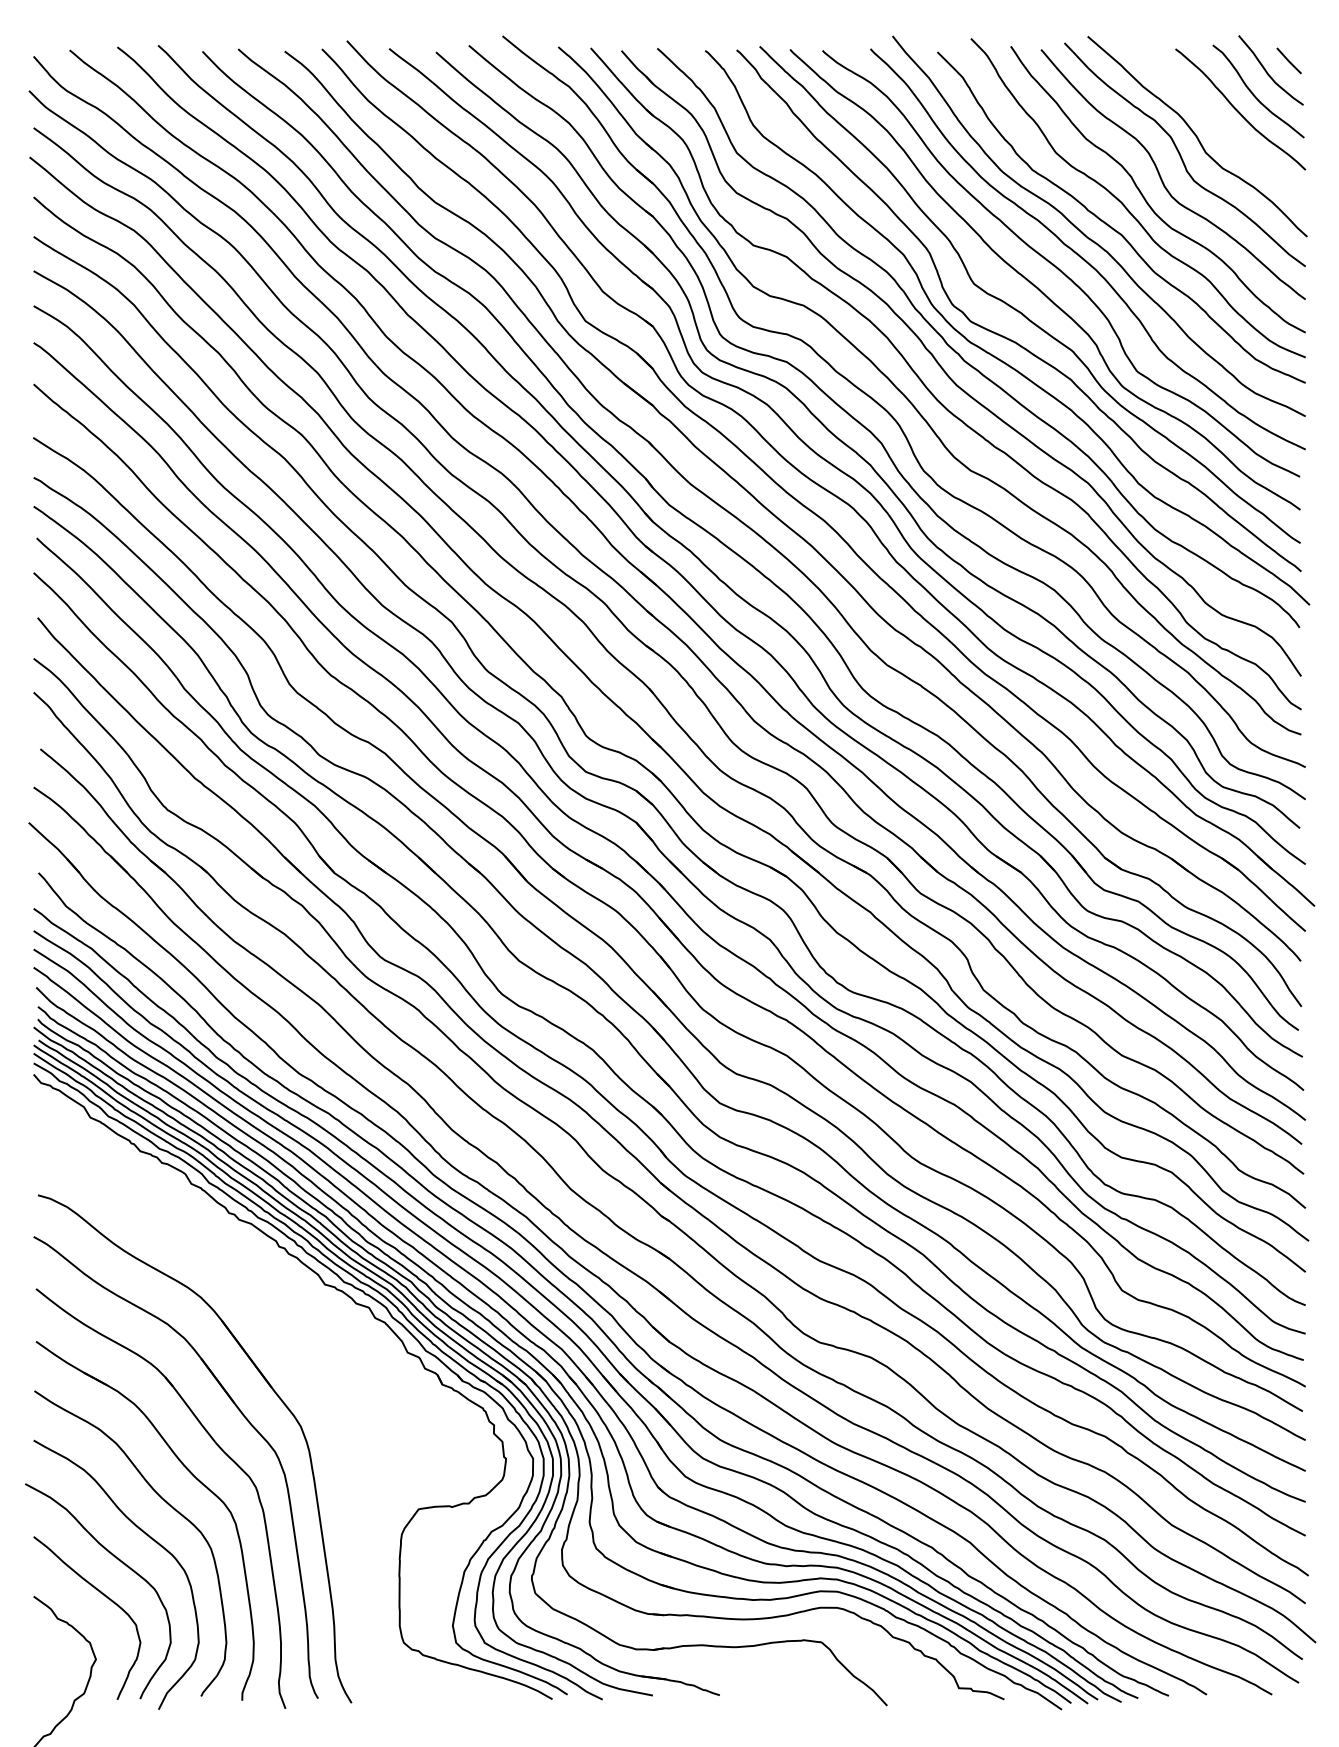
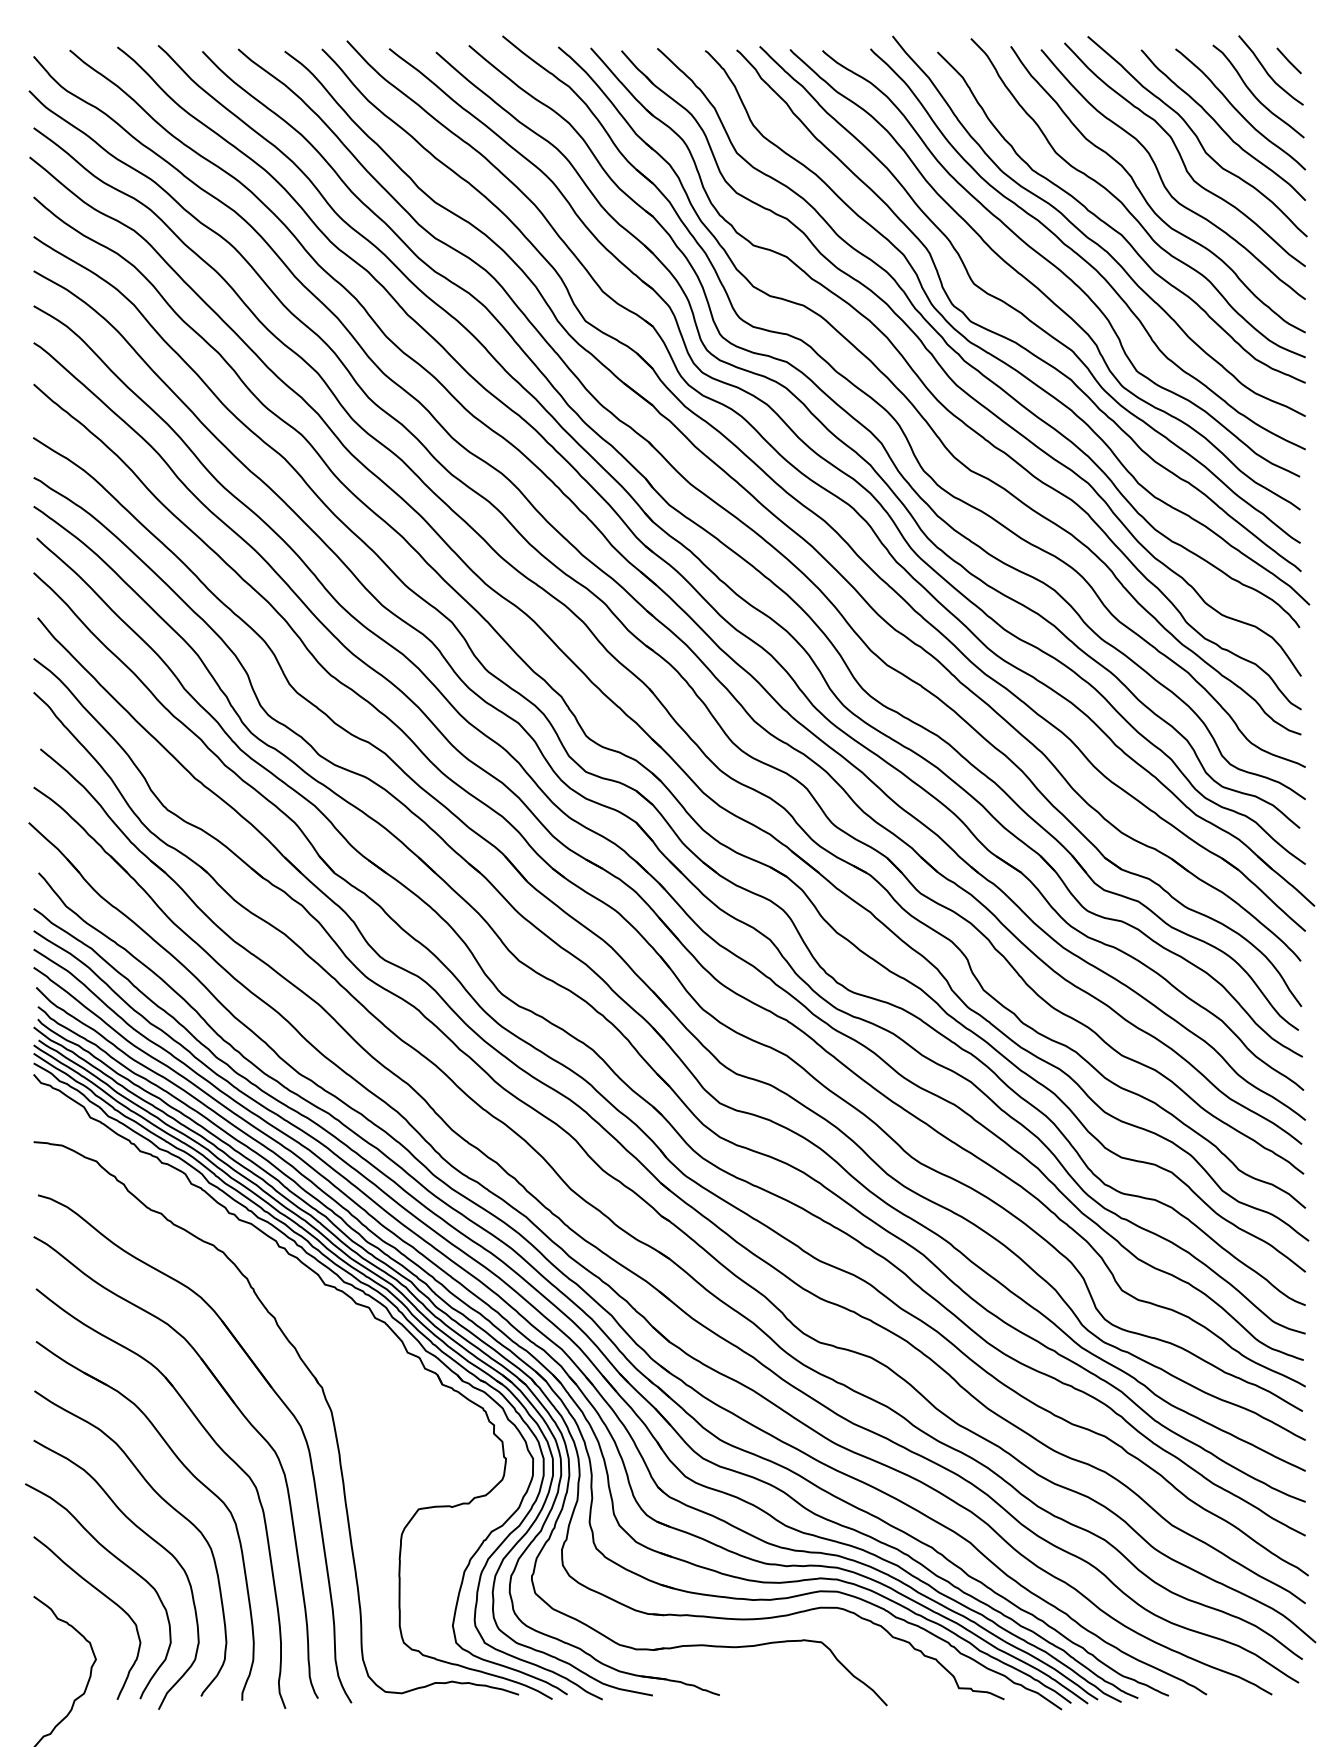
curve at (1220, 125): none -> present
part at (324, 1399): none -> present
